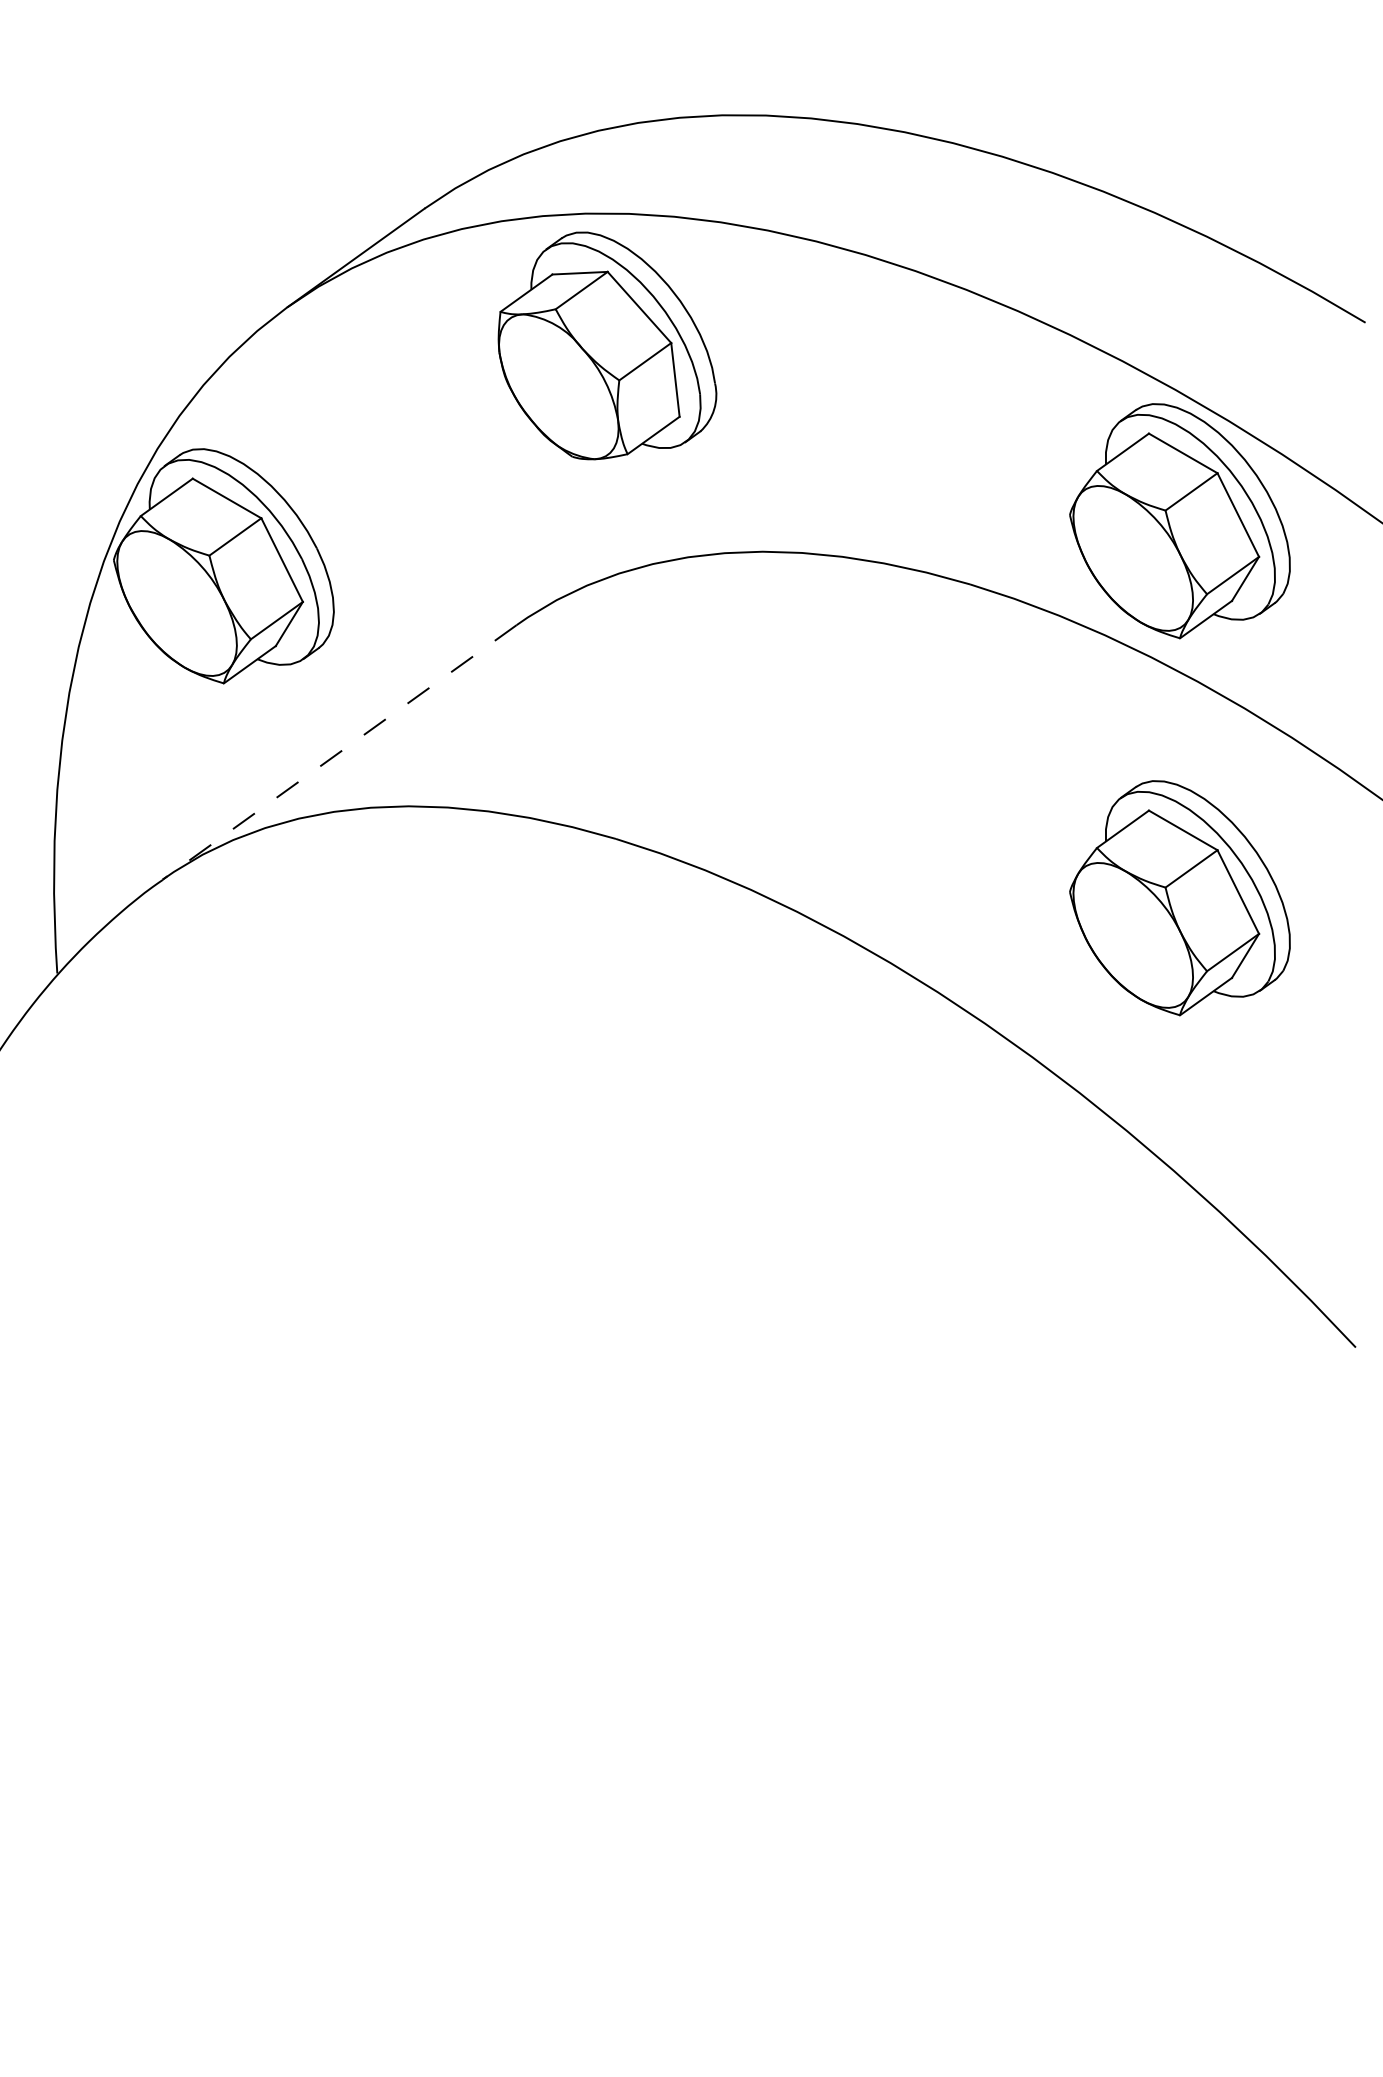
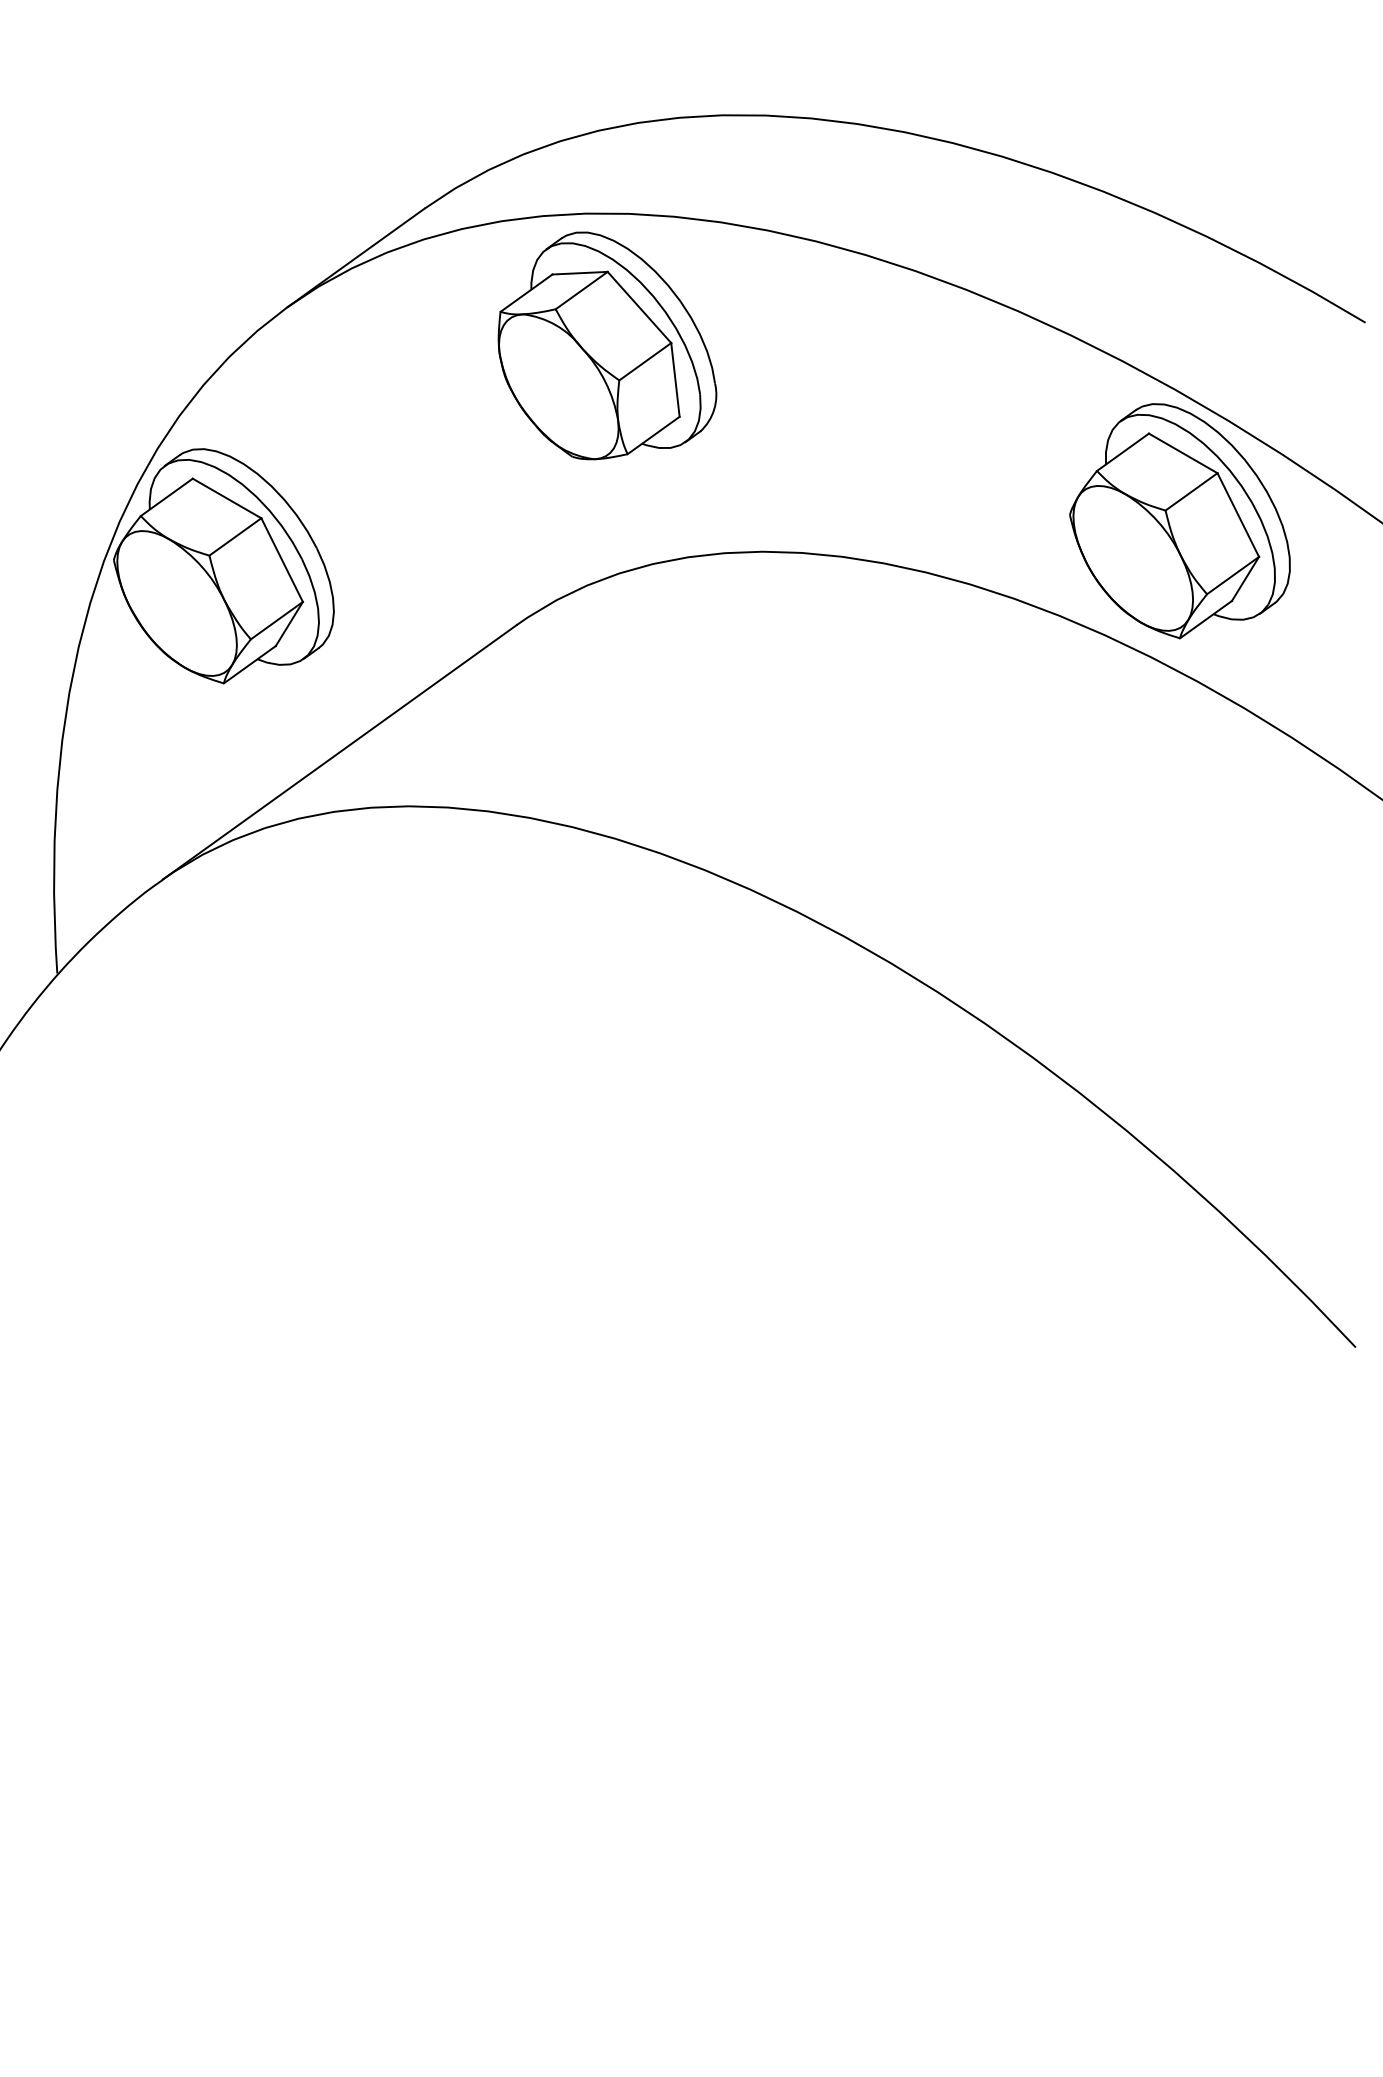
line at (339, 752): dashed -> solid
part at (1179, 898): present -> none
